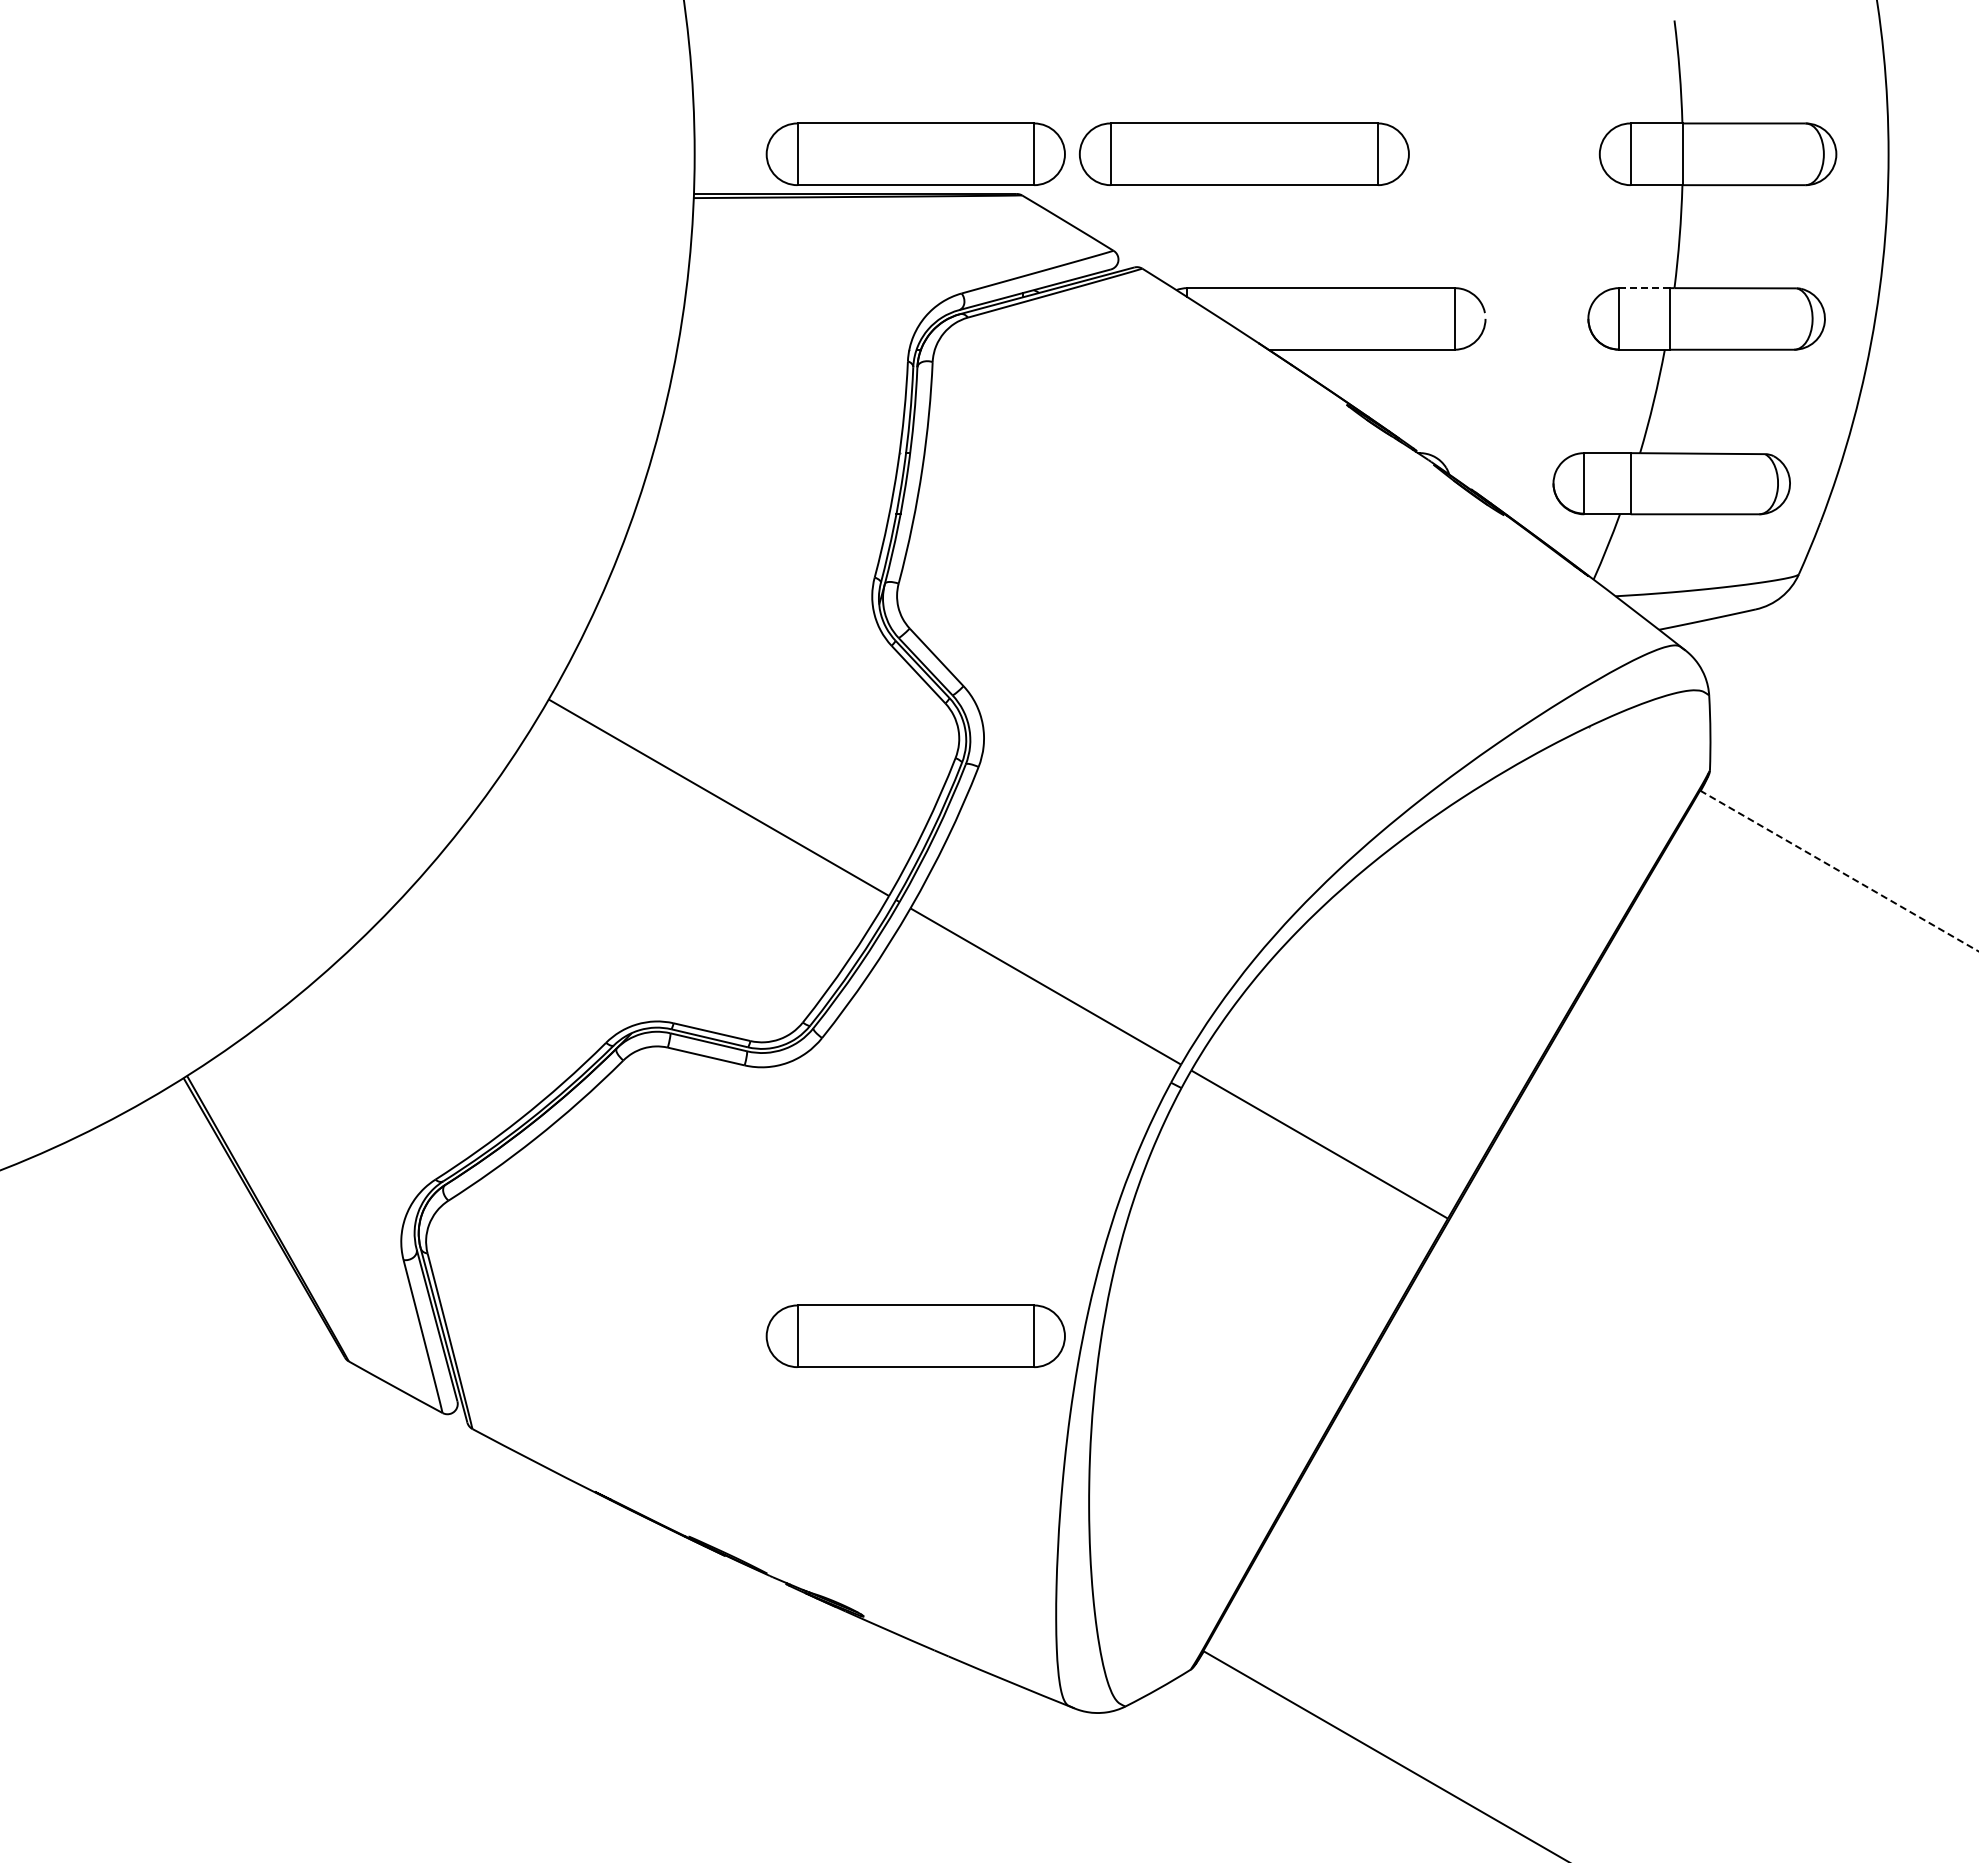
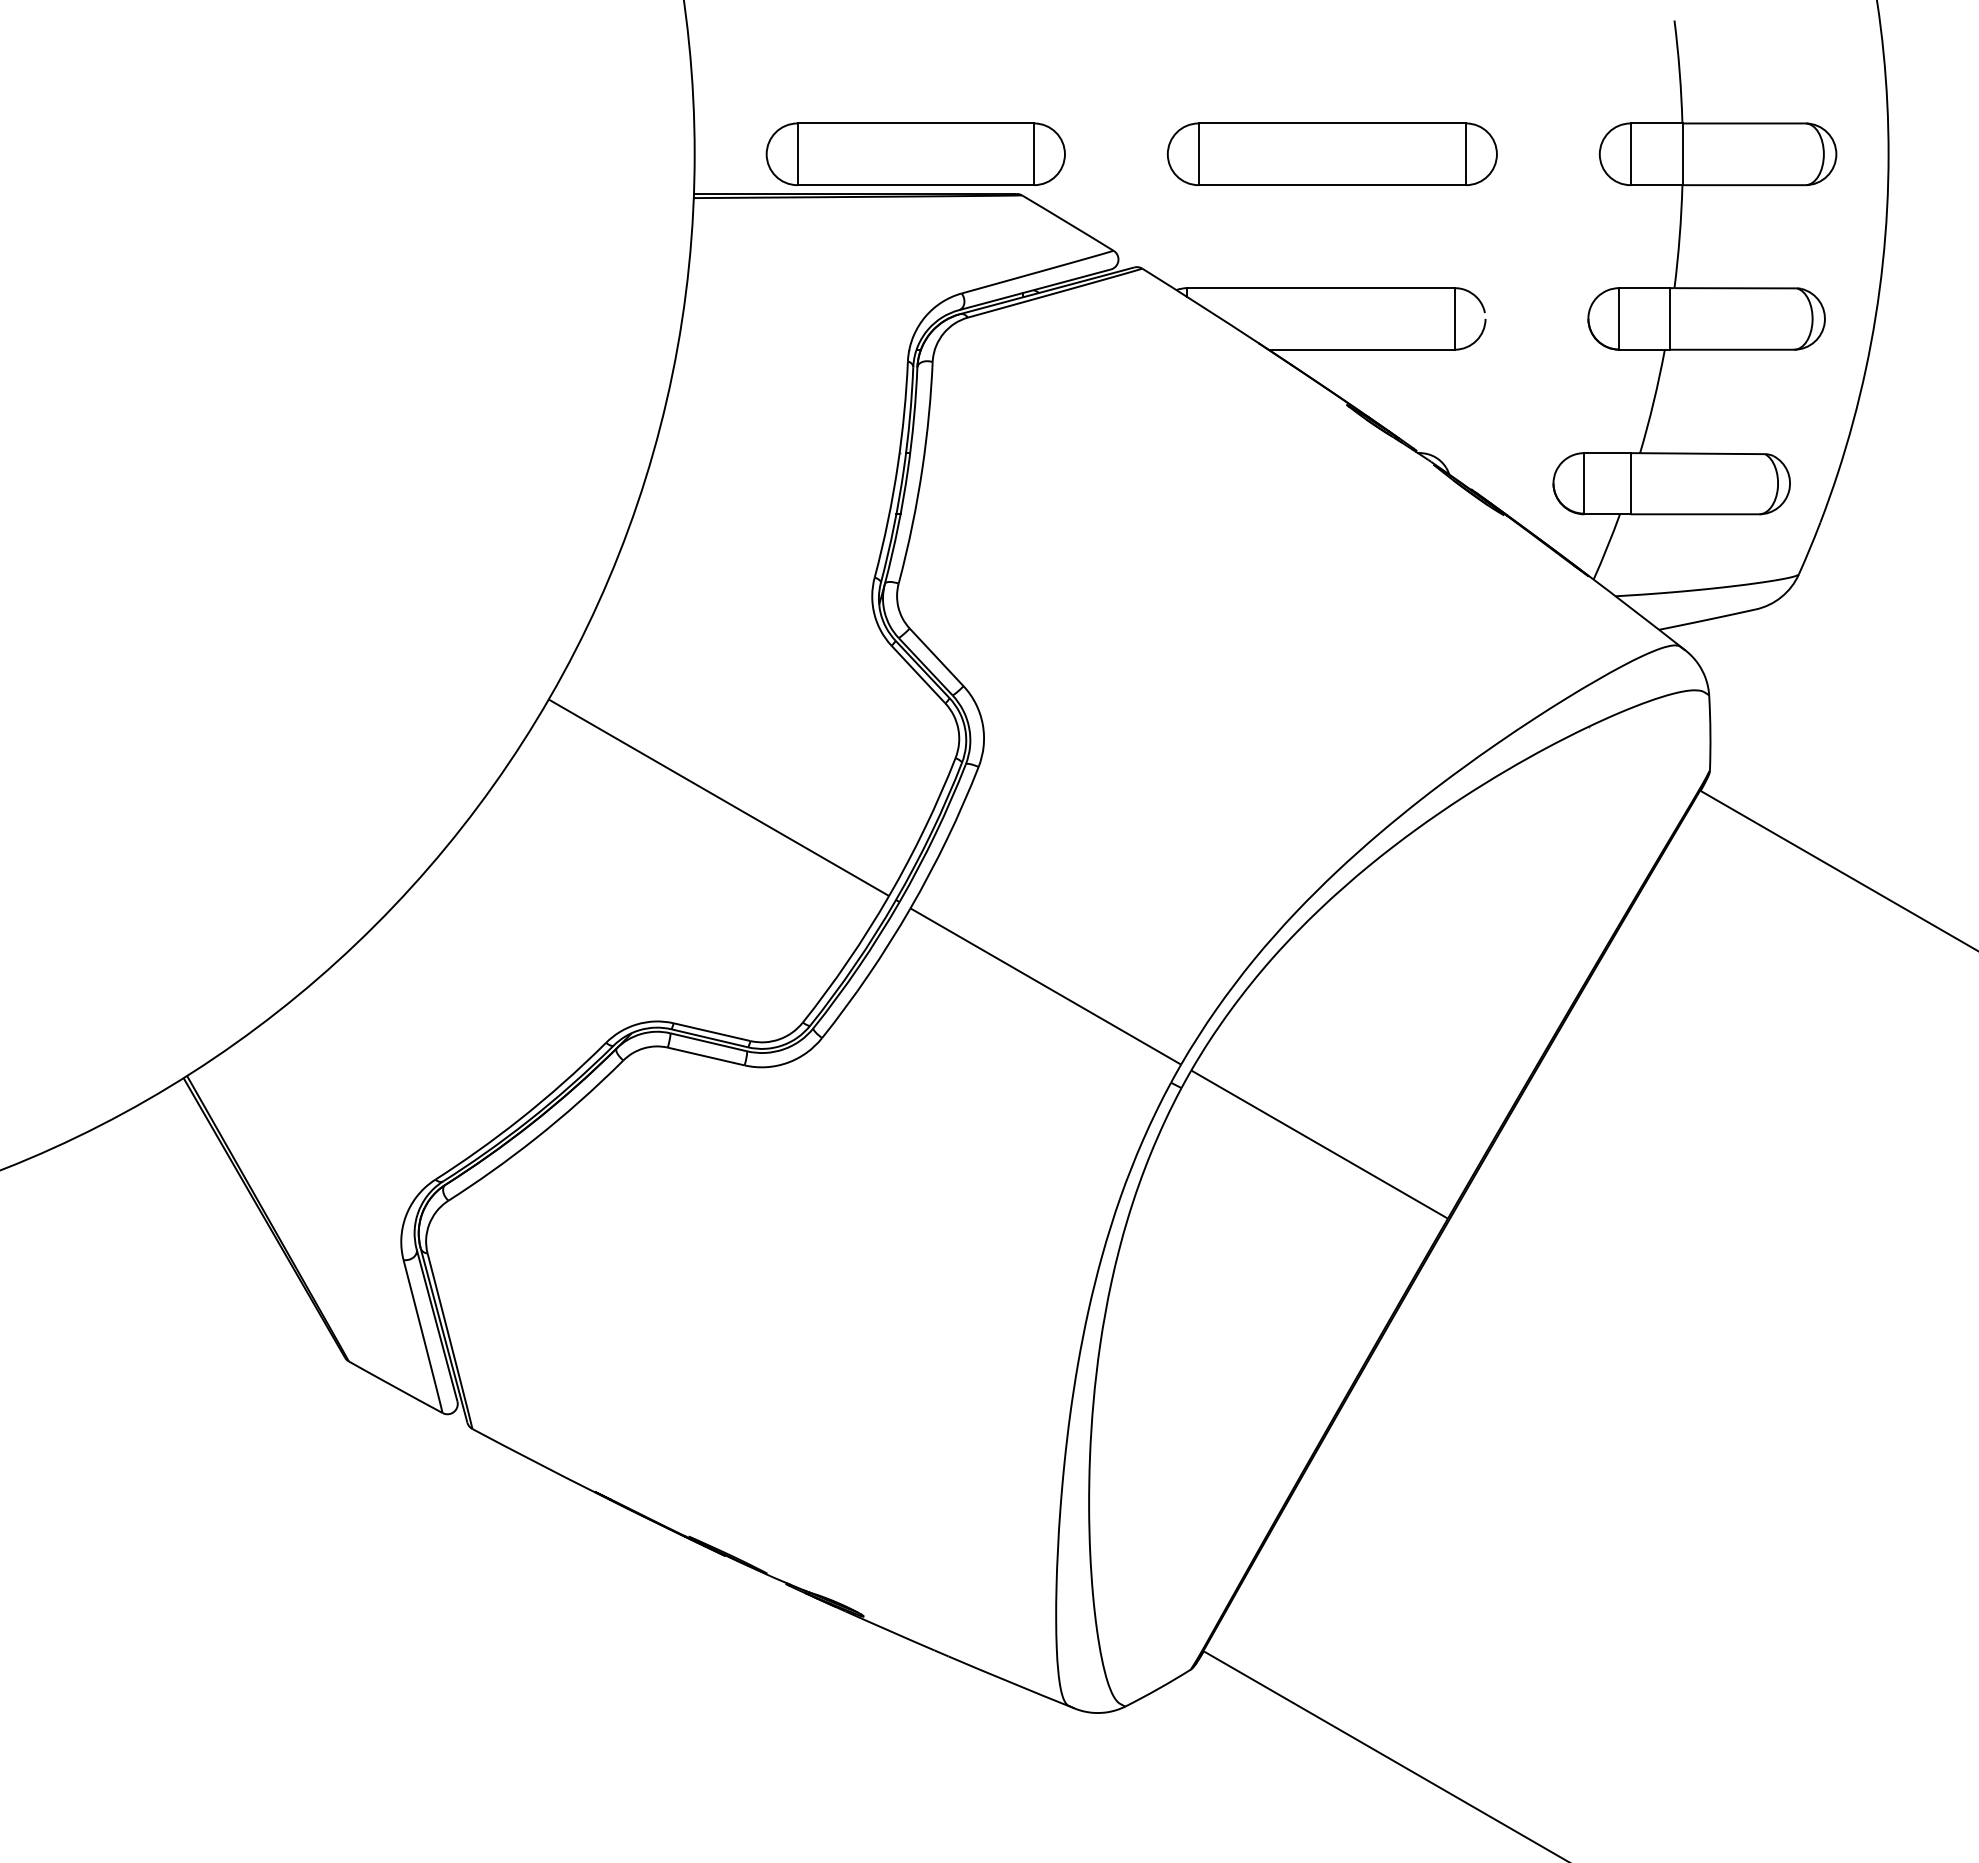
part at (1243, 153) position: (1243, 153) -> (1331, 153)
line at (1644, 288): dashed -> solid
line at (1839, 871): dashed -> solid
part at (915, 1335): present -> none
